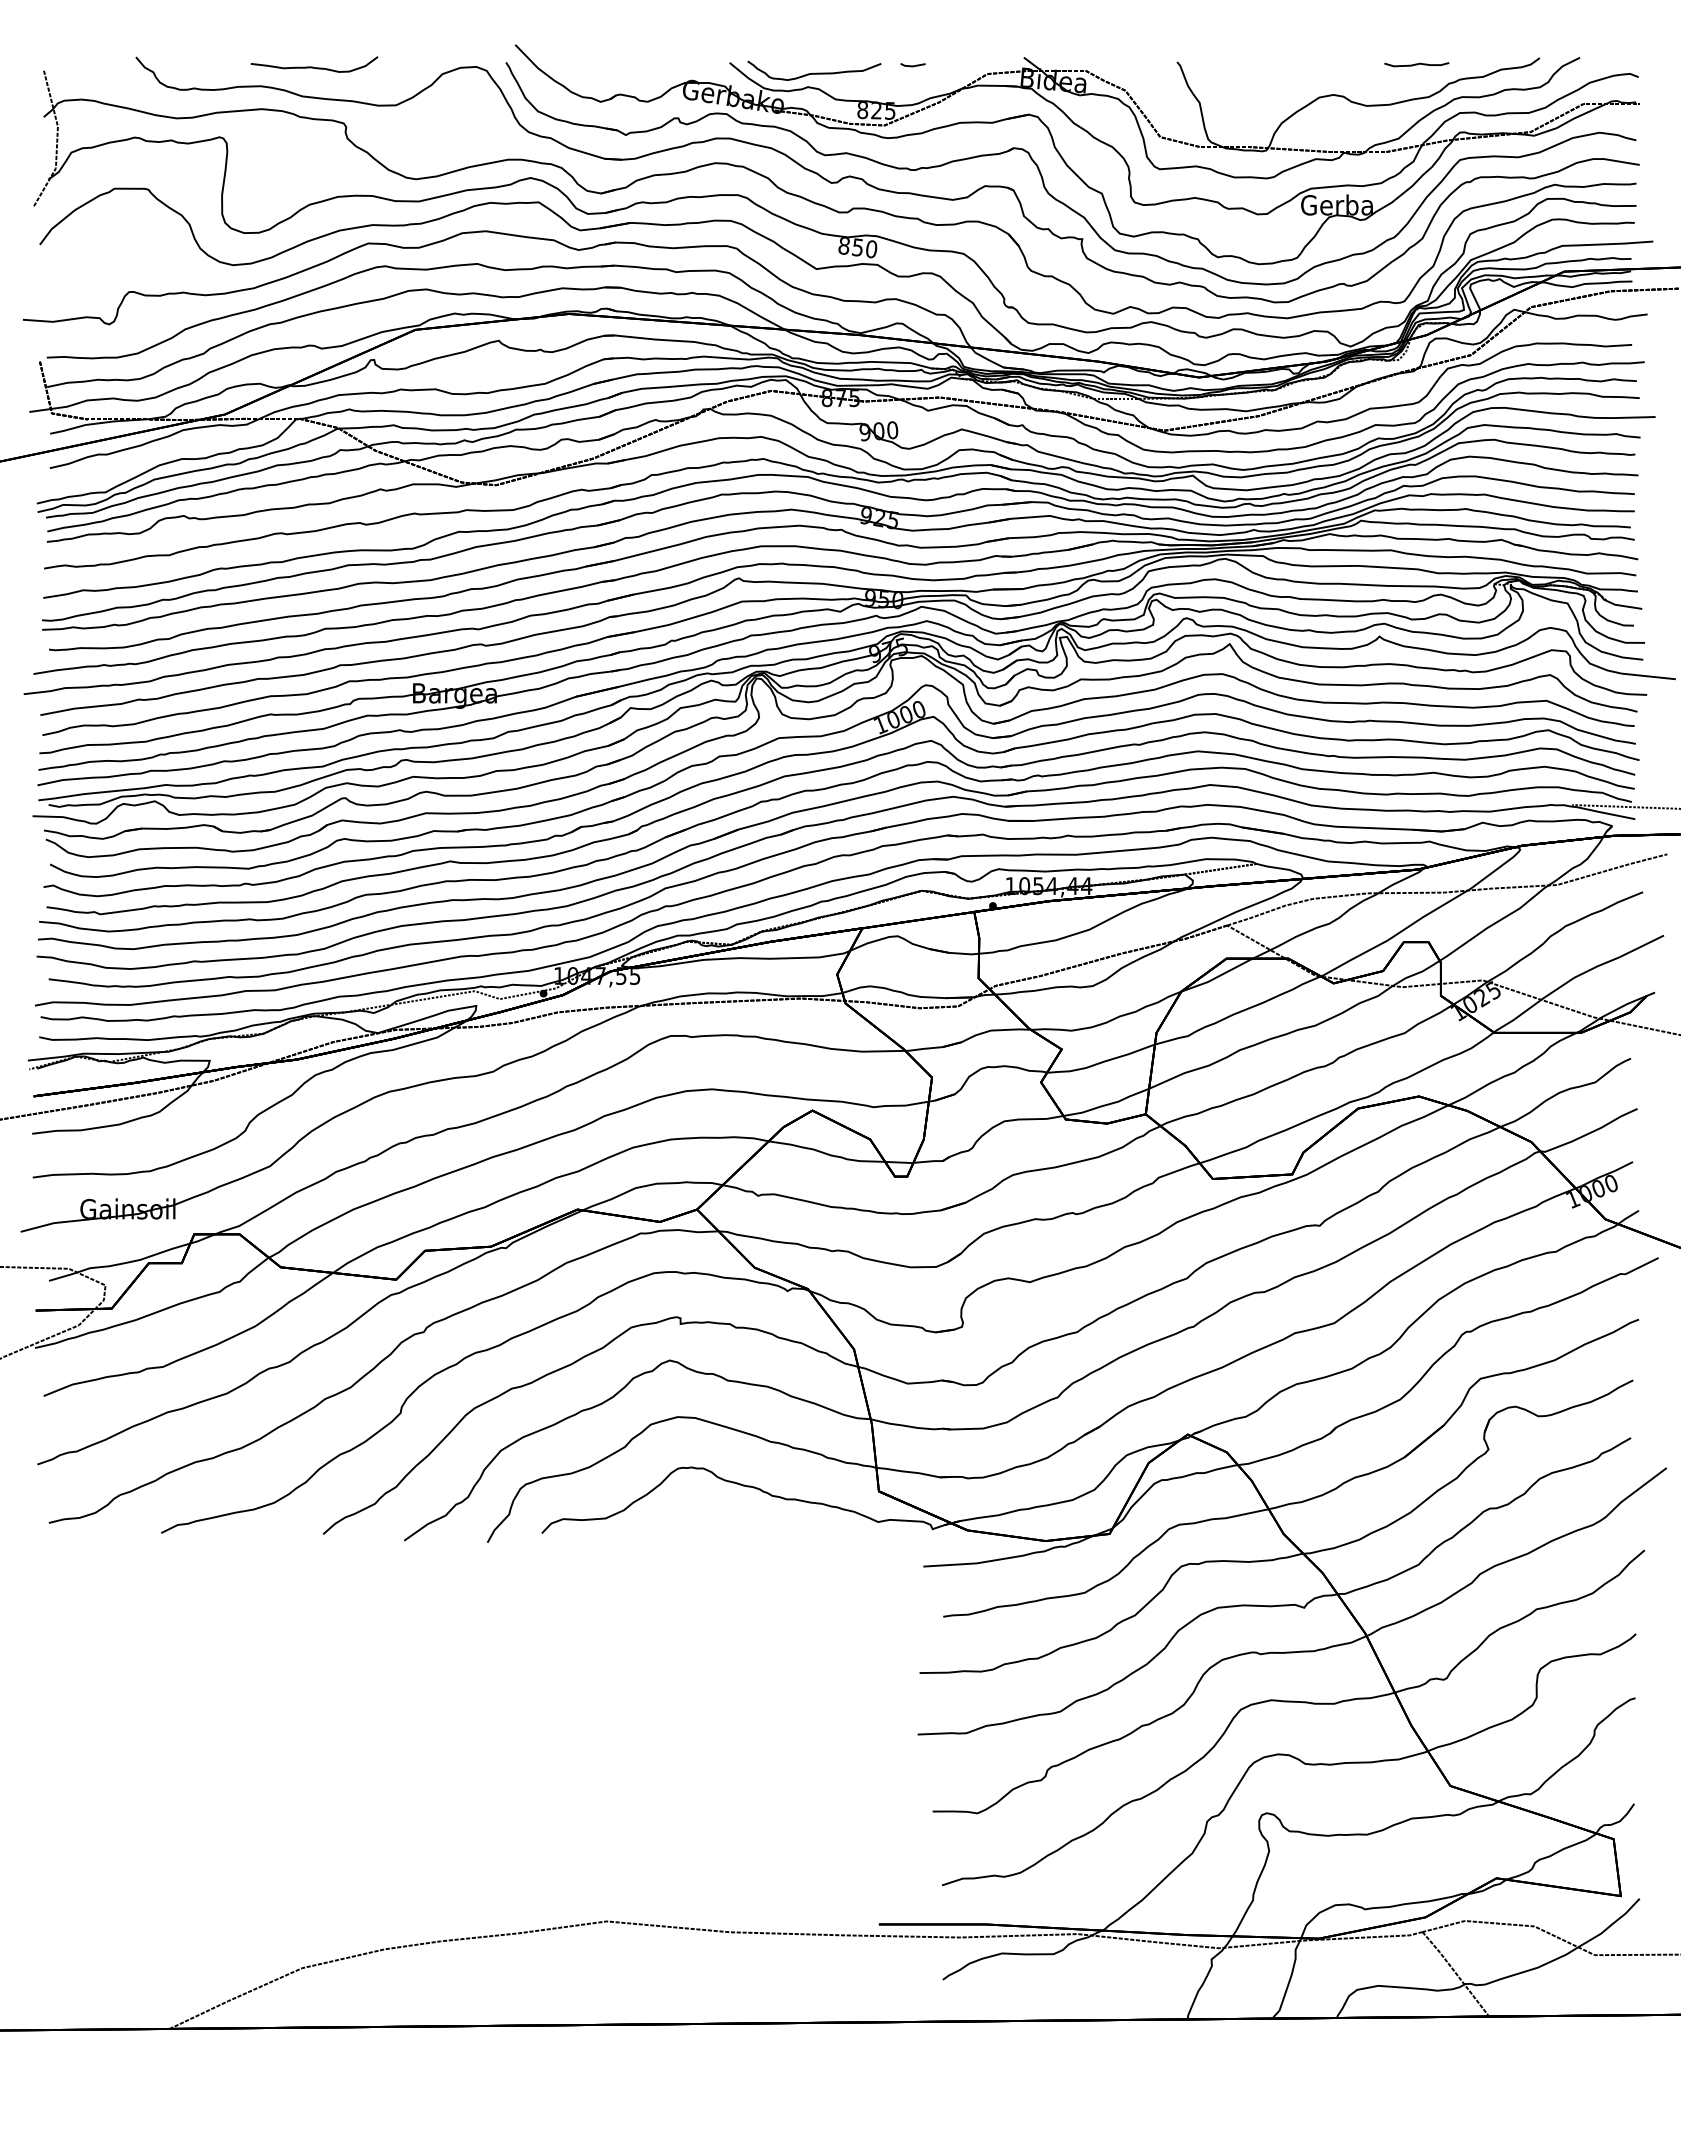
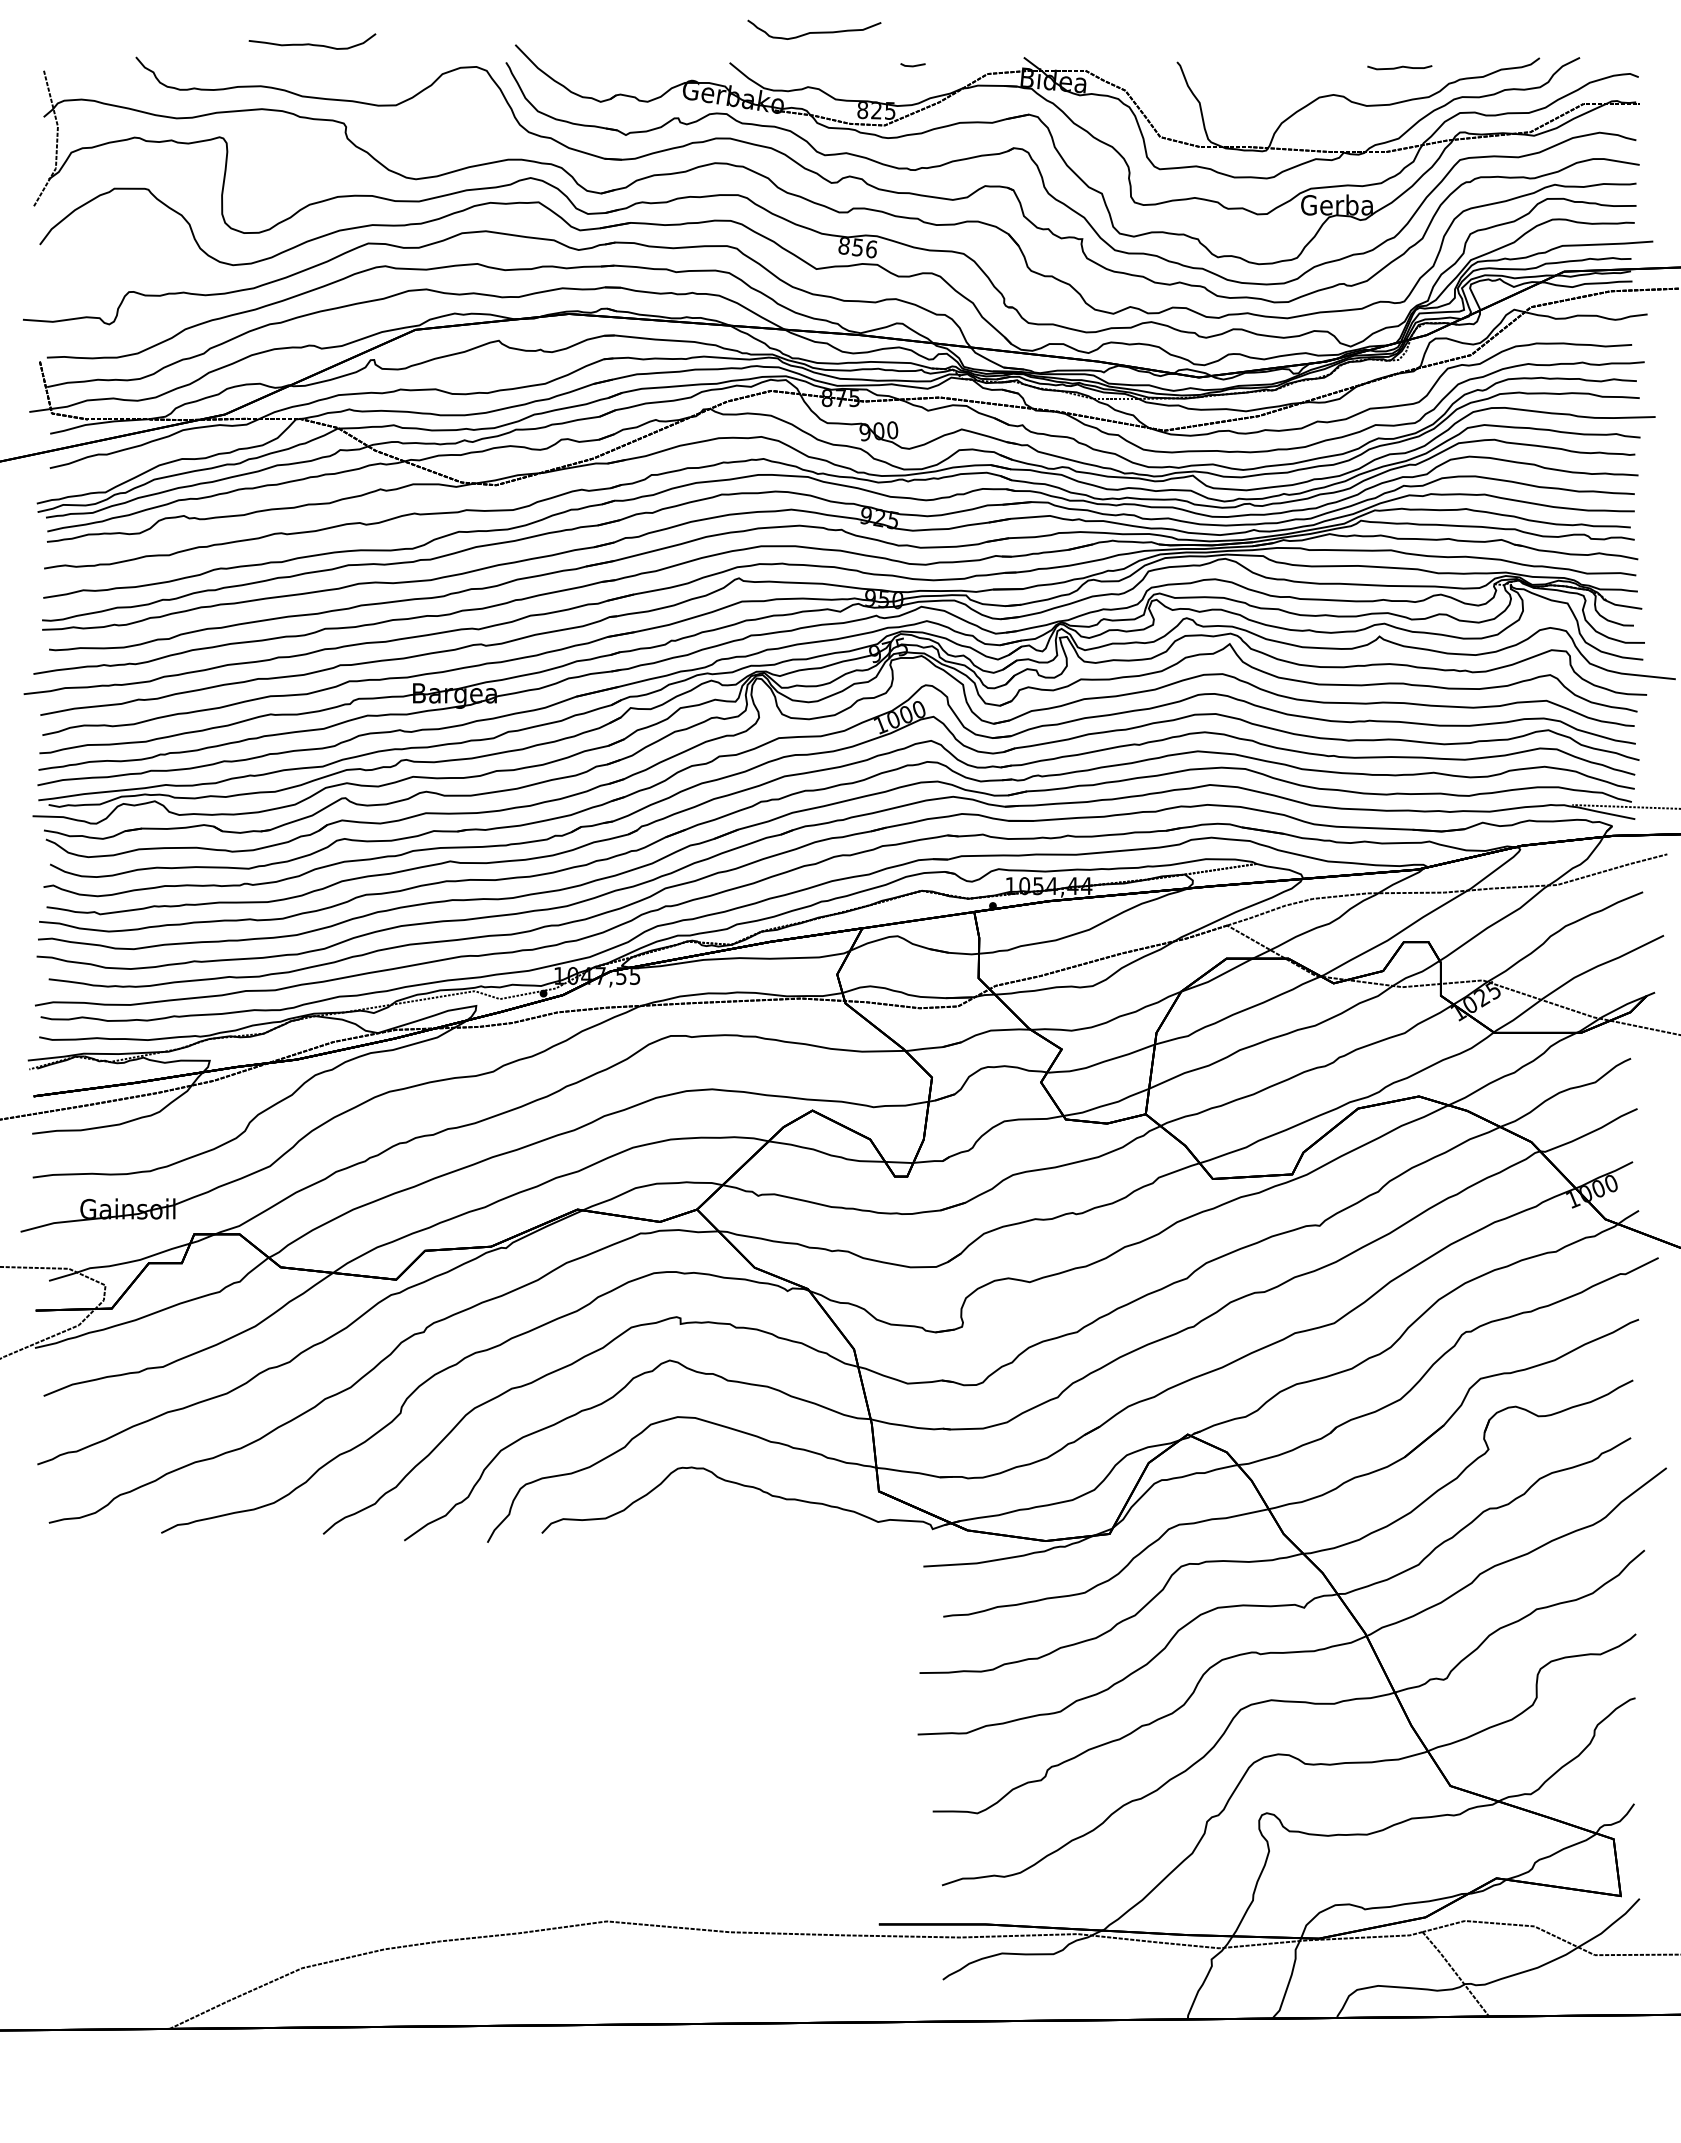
curve at (1416, 64) position: (1416, 64) -> (1399, 67)
curve at (313, 66) position: (313, 66) -> (311, 43)
curve at (814, 72) position: (814, 72) -> (814, 31)
text at (871, 249): 850 -> 856
